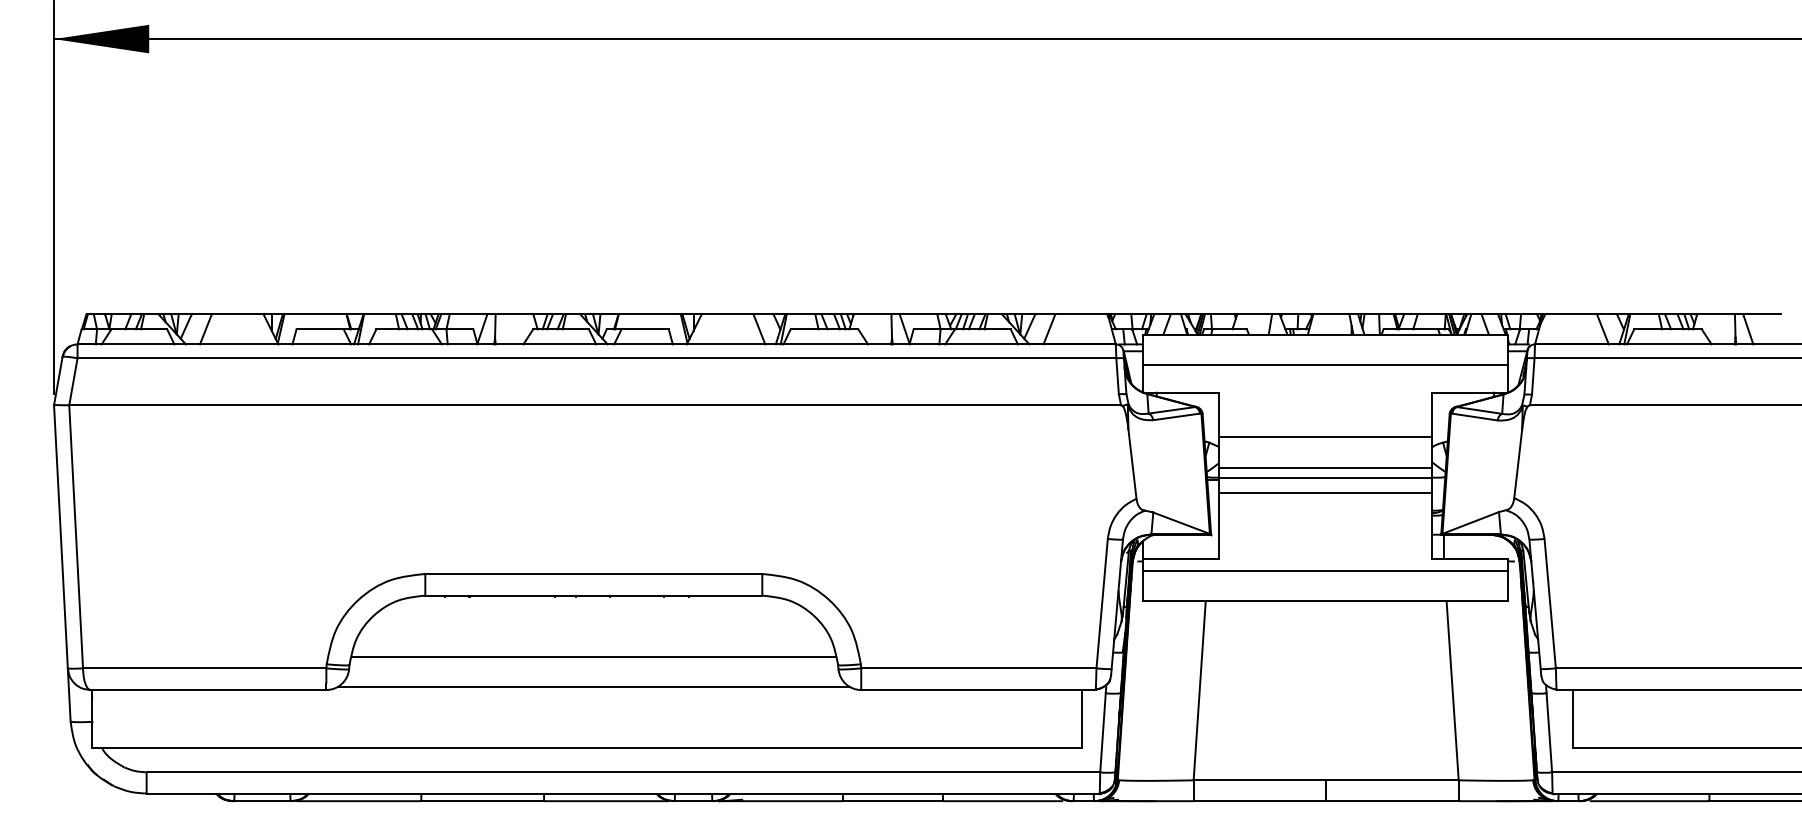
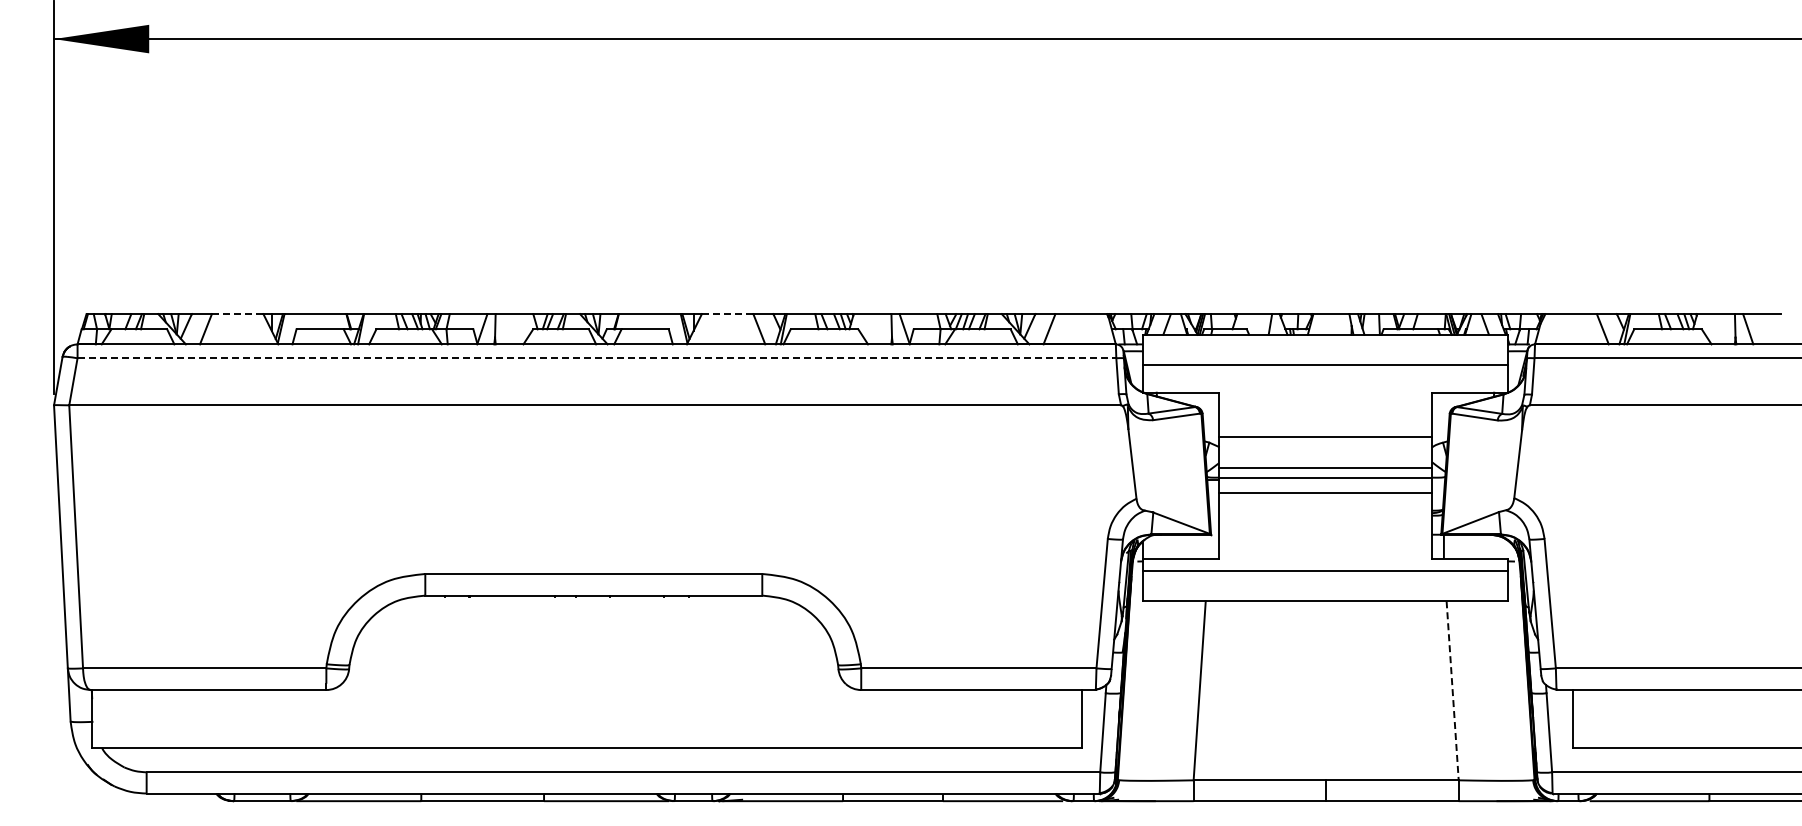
line at (237, 314): solid -> dashed
line at (727, 314): solid -> dashed
line at (597, 358): solid -> dashed
line at (593, 656): present -> none
line at (593, 686): present -> none
line at (1452, 690): solid -> dashed
